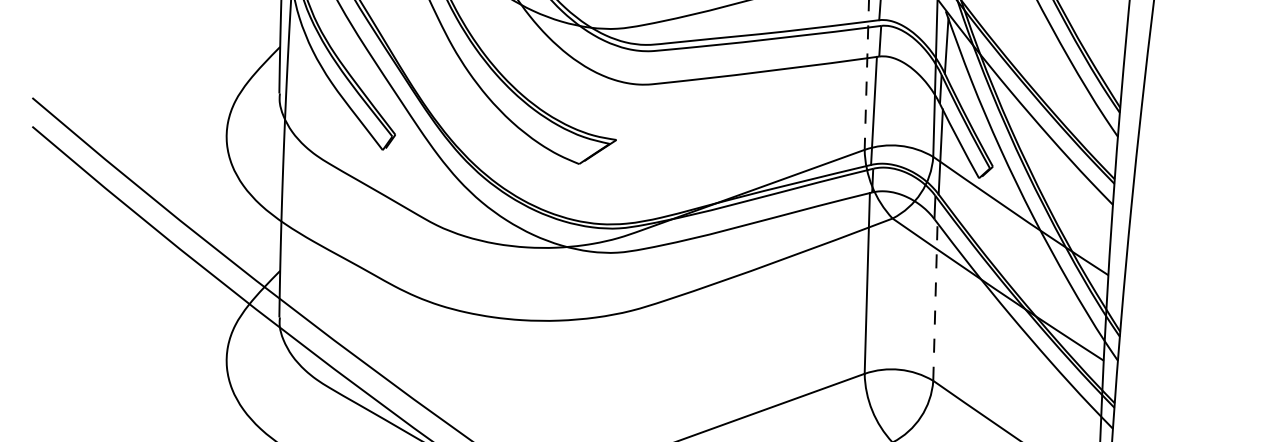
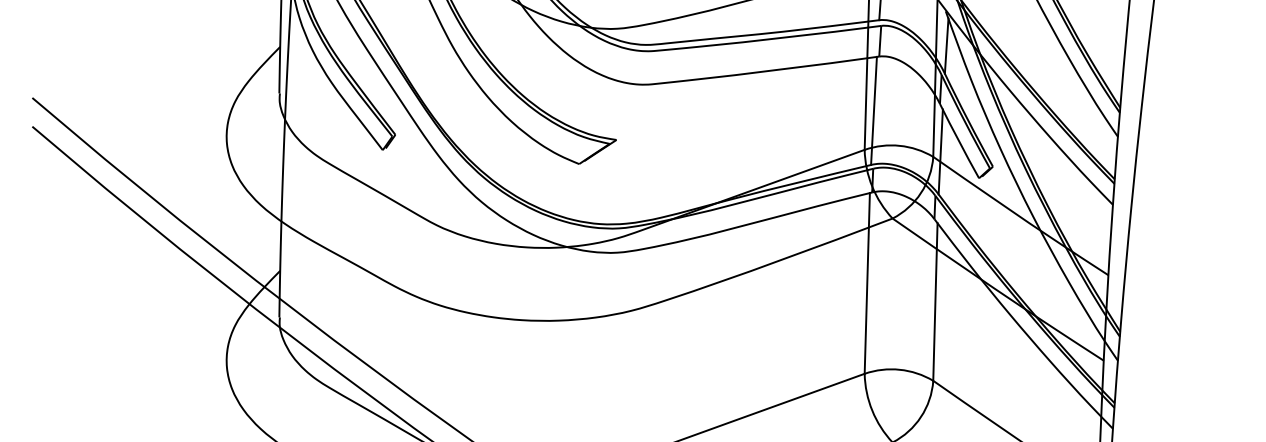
line at (866, 74): dashed -> solid
line at (935, 302): dashed -> solid
